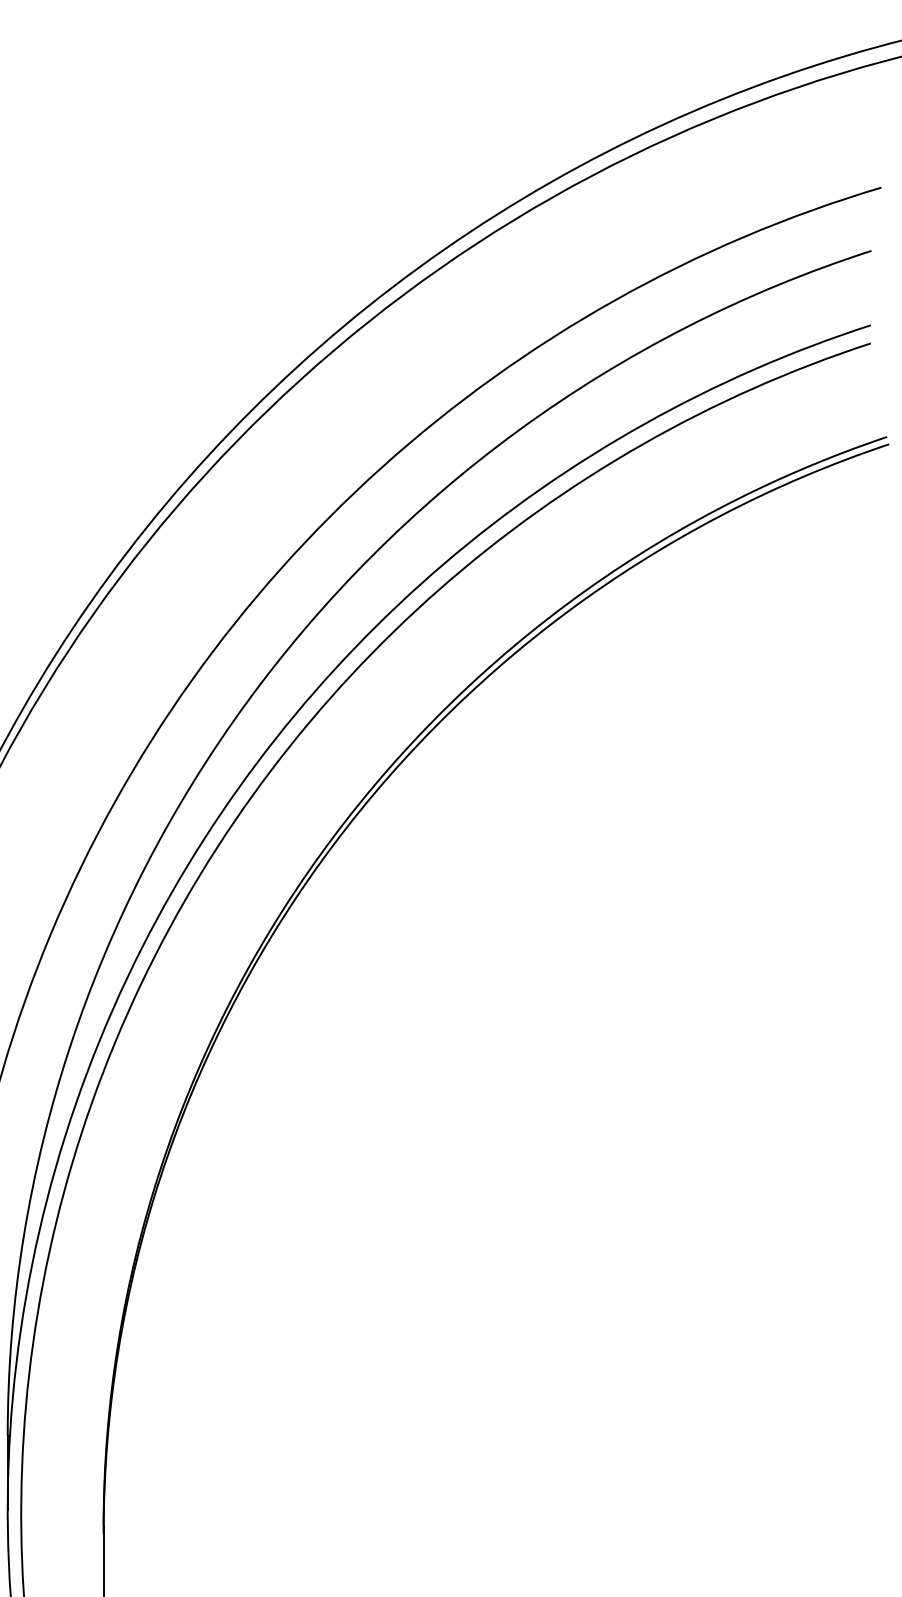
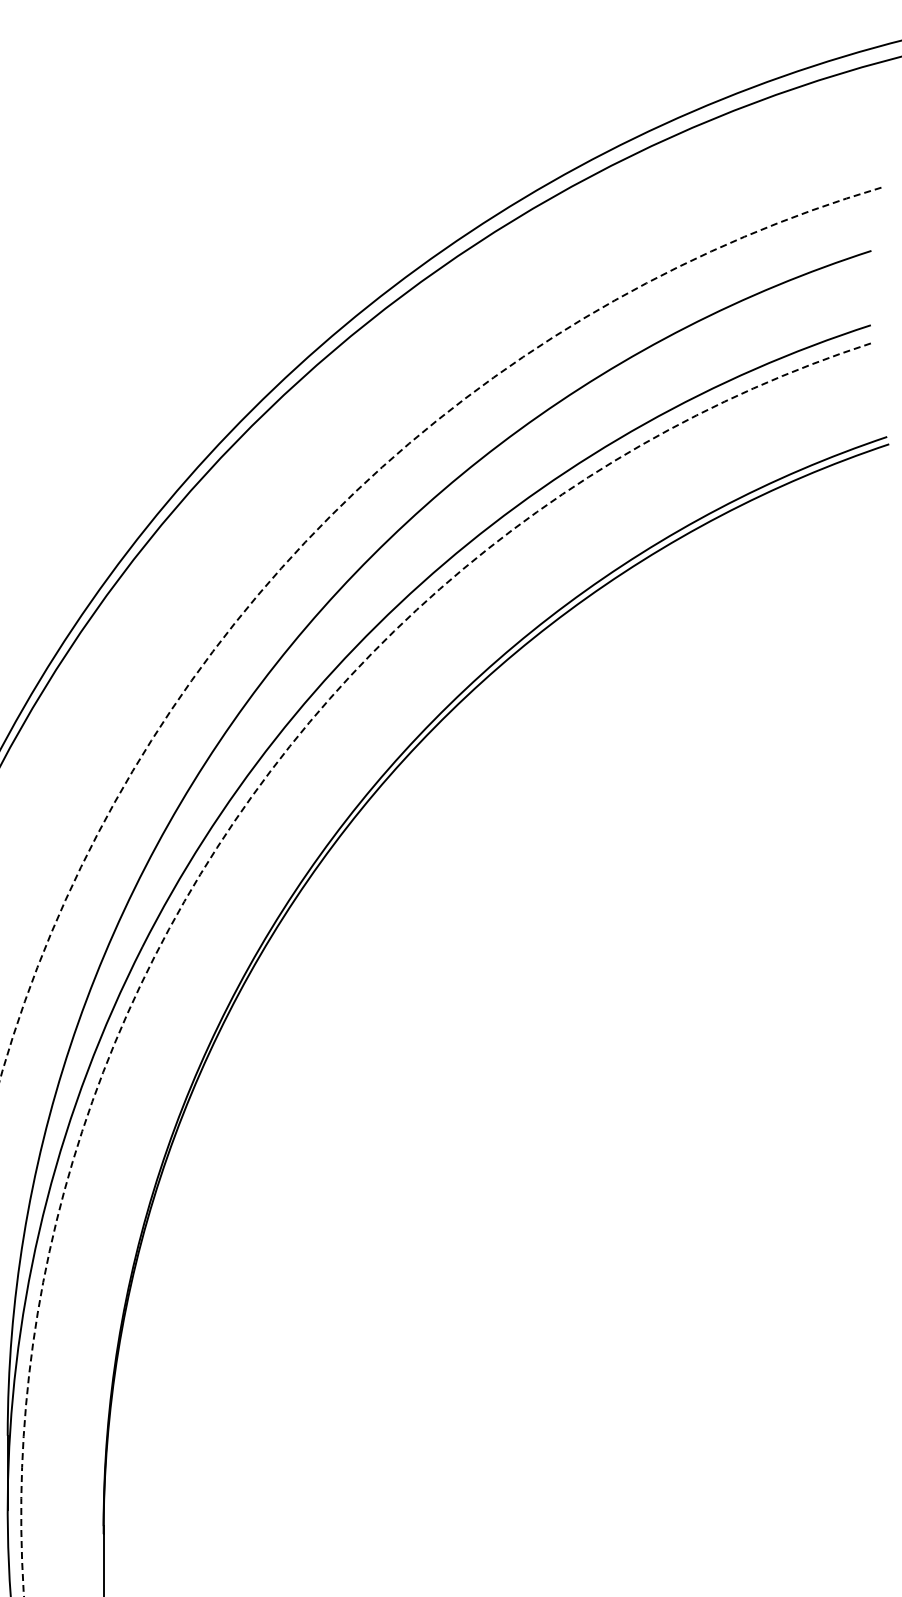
arc at (325, 521): solid -> dashed
arc at (232, 824): solid -> dashed
